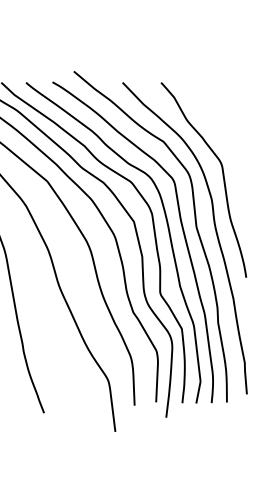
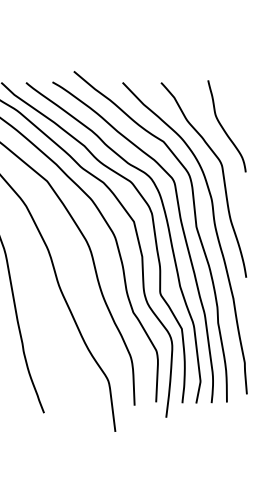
curve at (224, 128): none -> present
